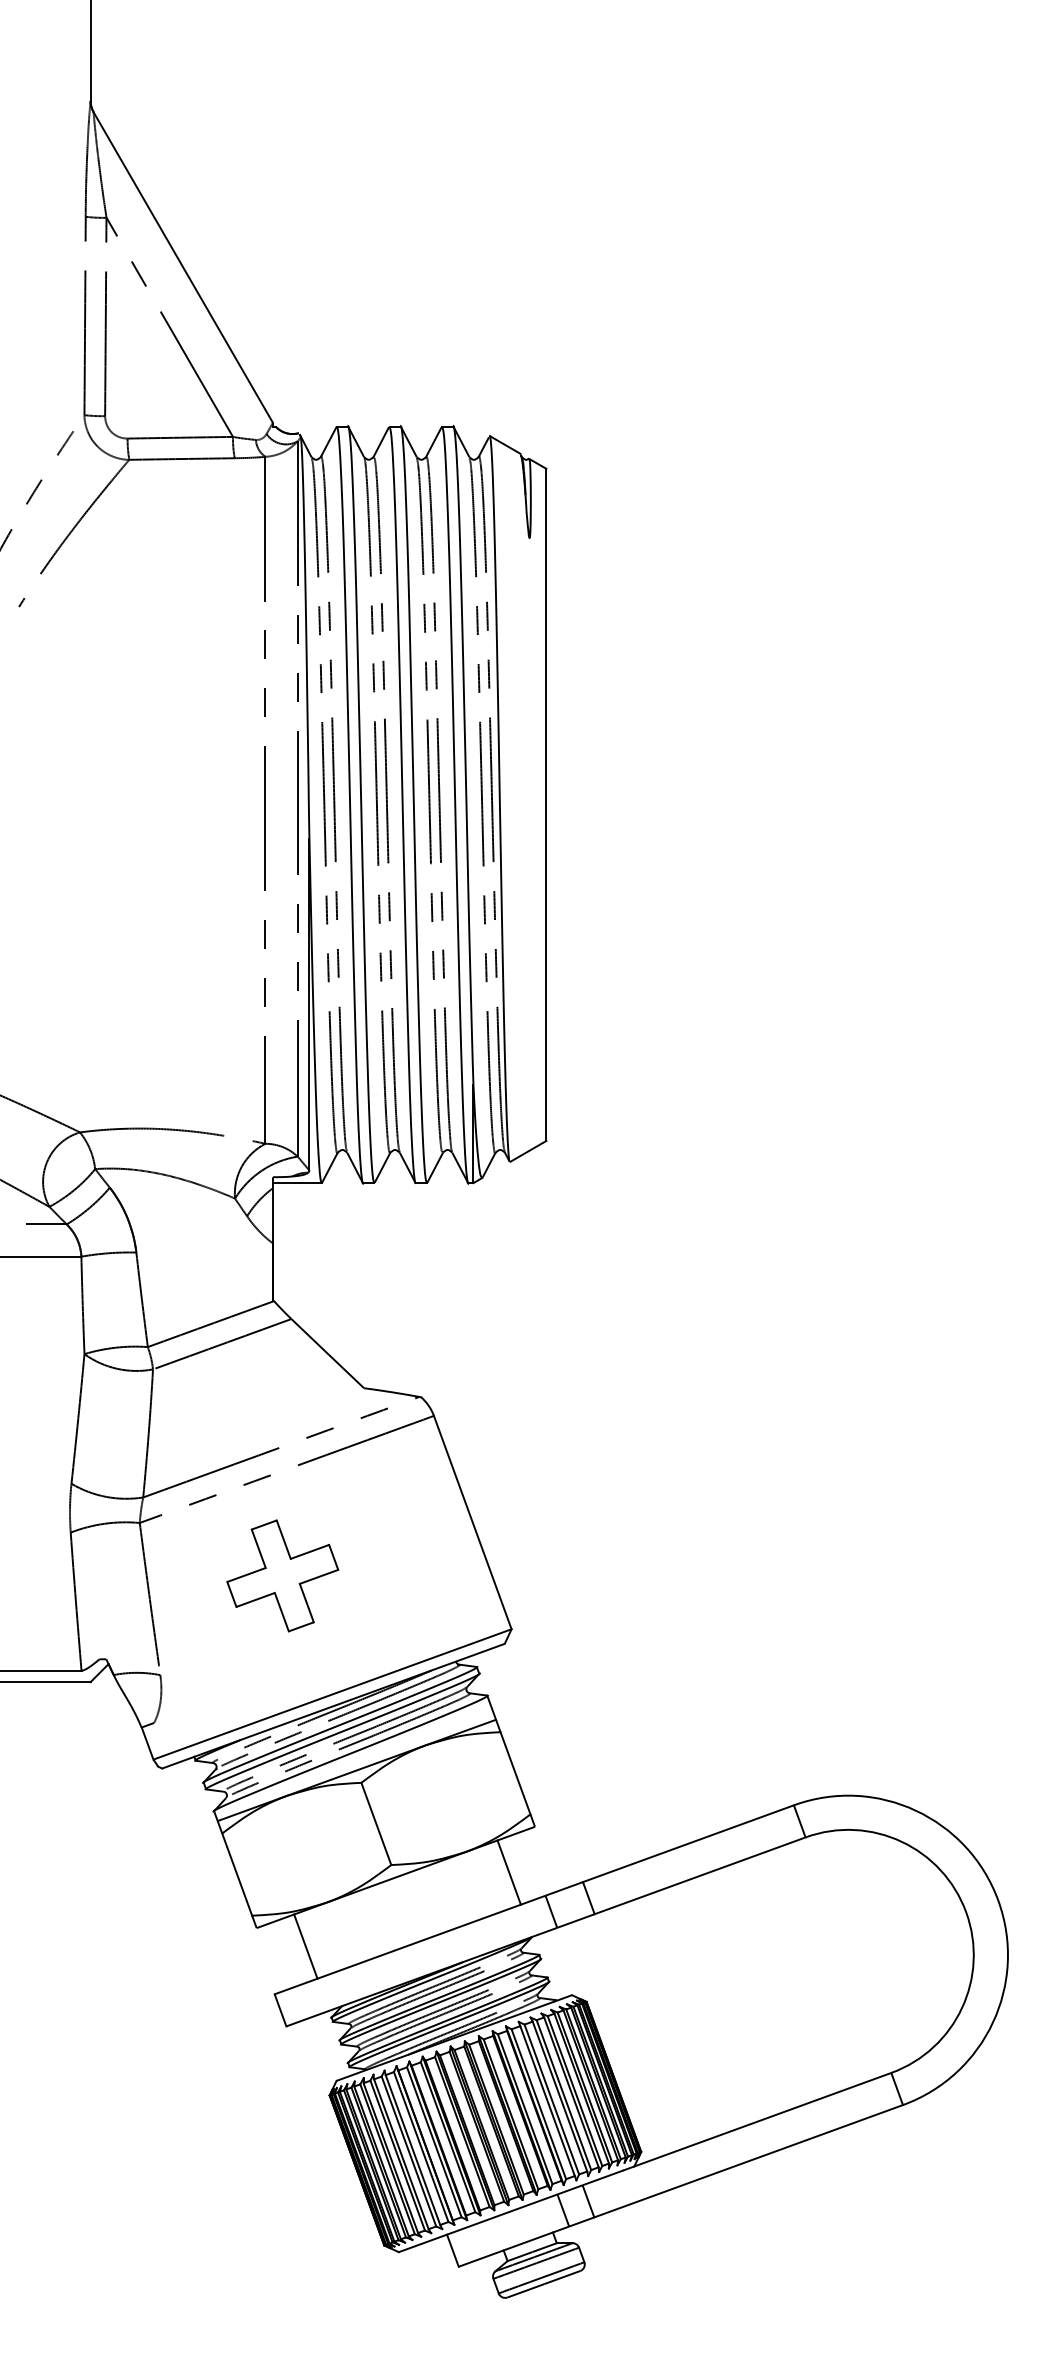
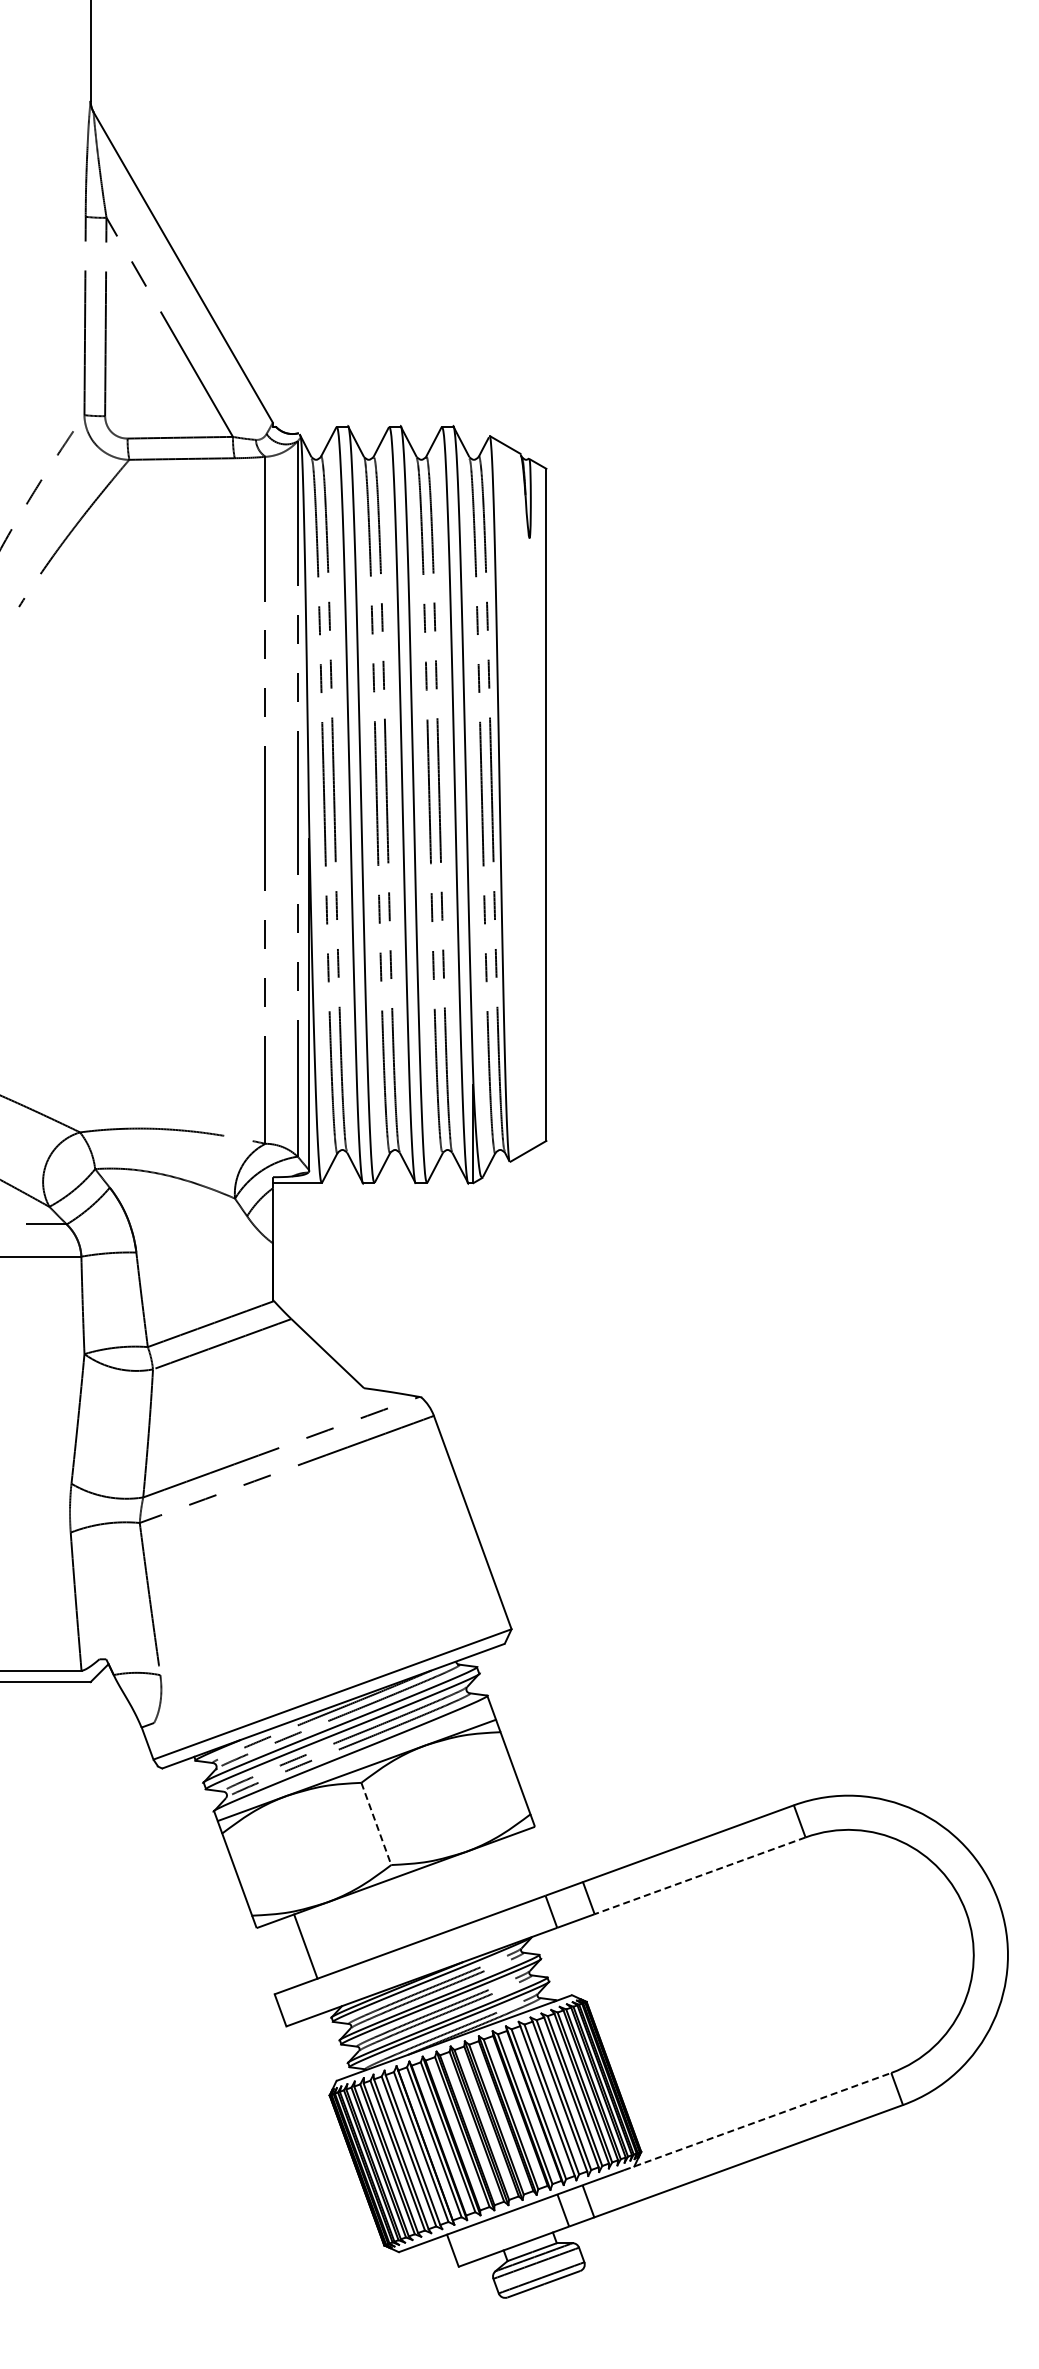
part at (282, 1575): present -> none
line at (376, 1823): solid -> dashed
line at (508, 1872): present -> none
line at (699, 1876): solid -> dashed
line at (758, 2121): solid -> dashed
